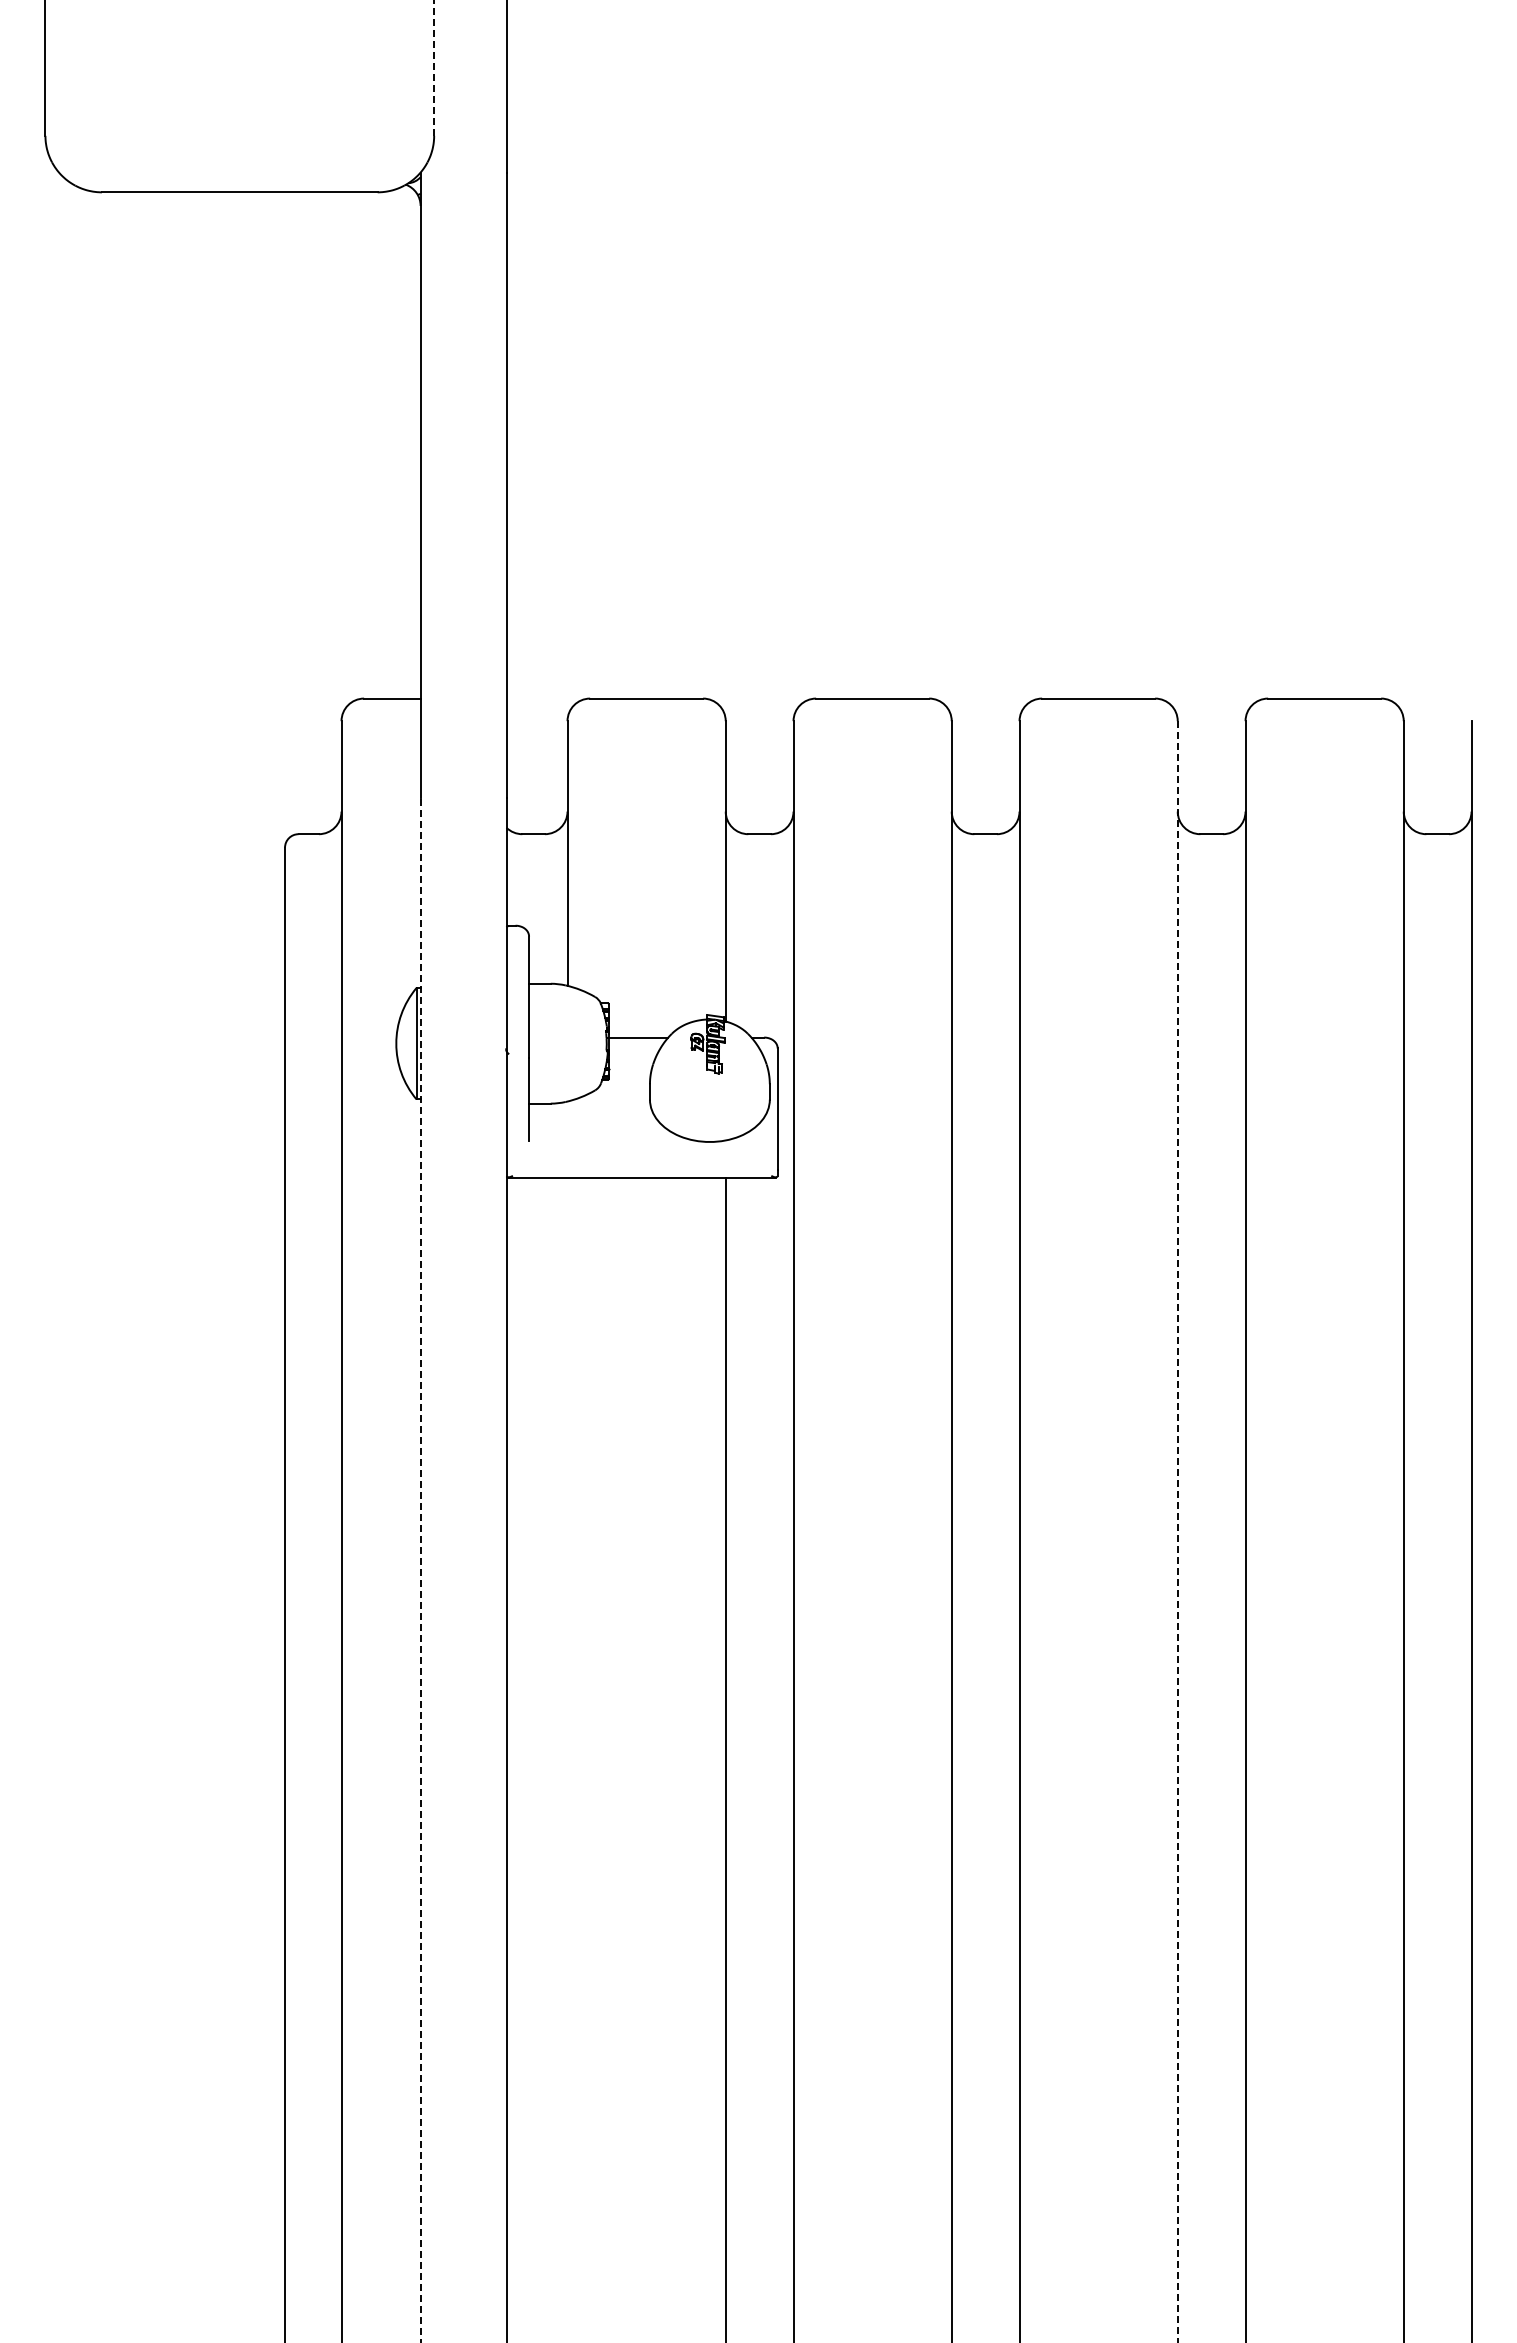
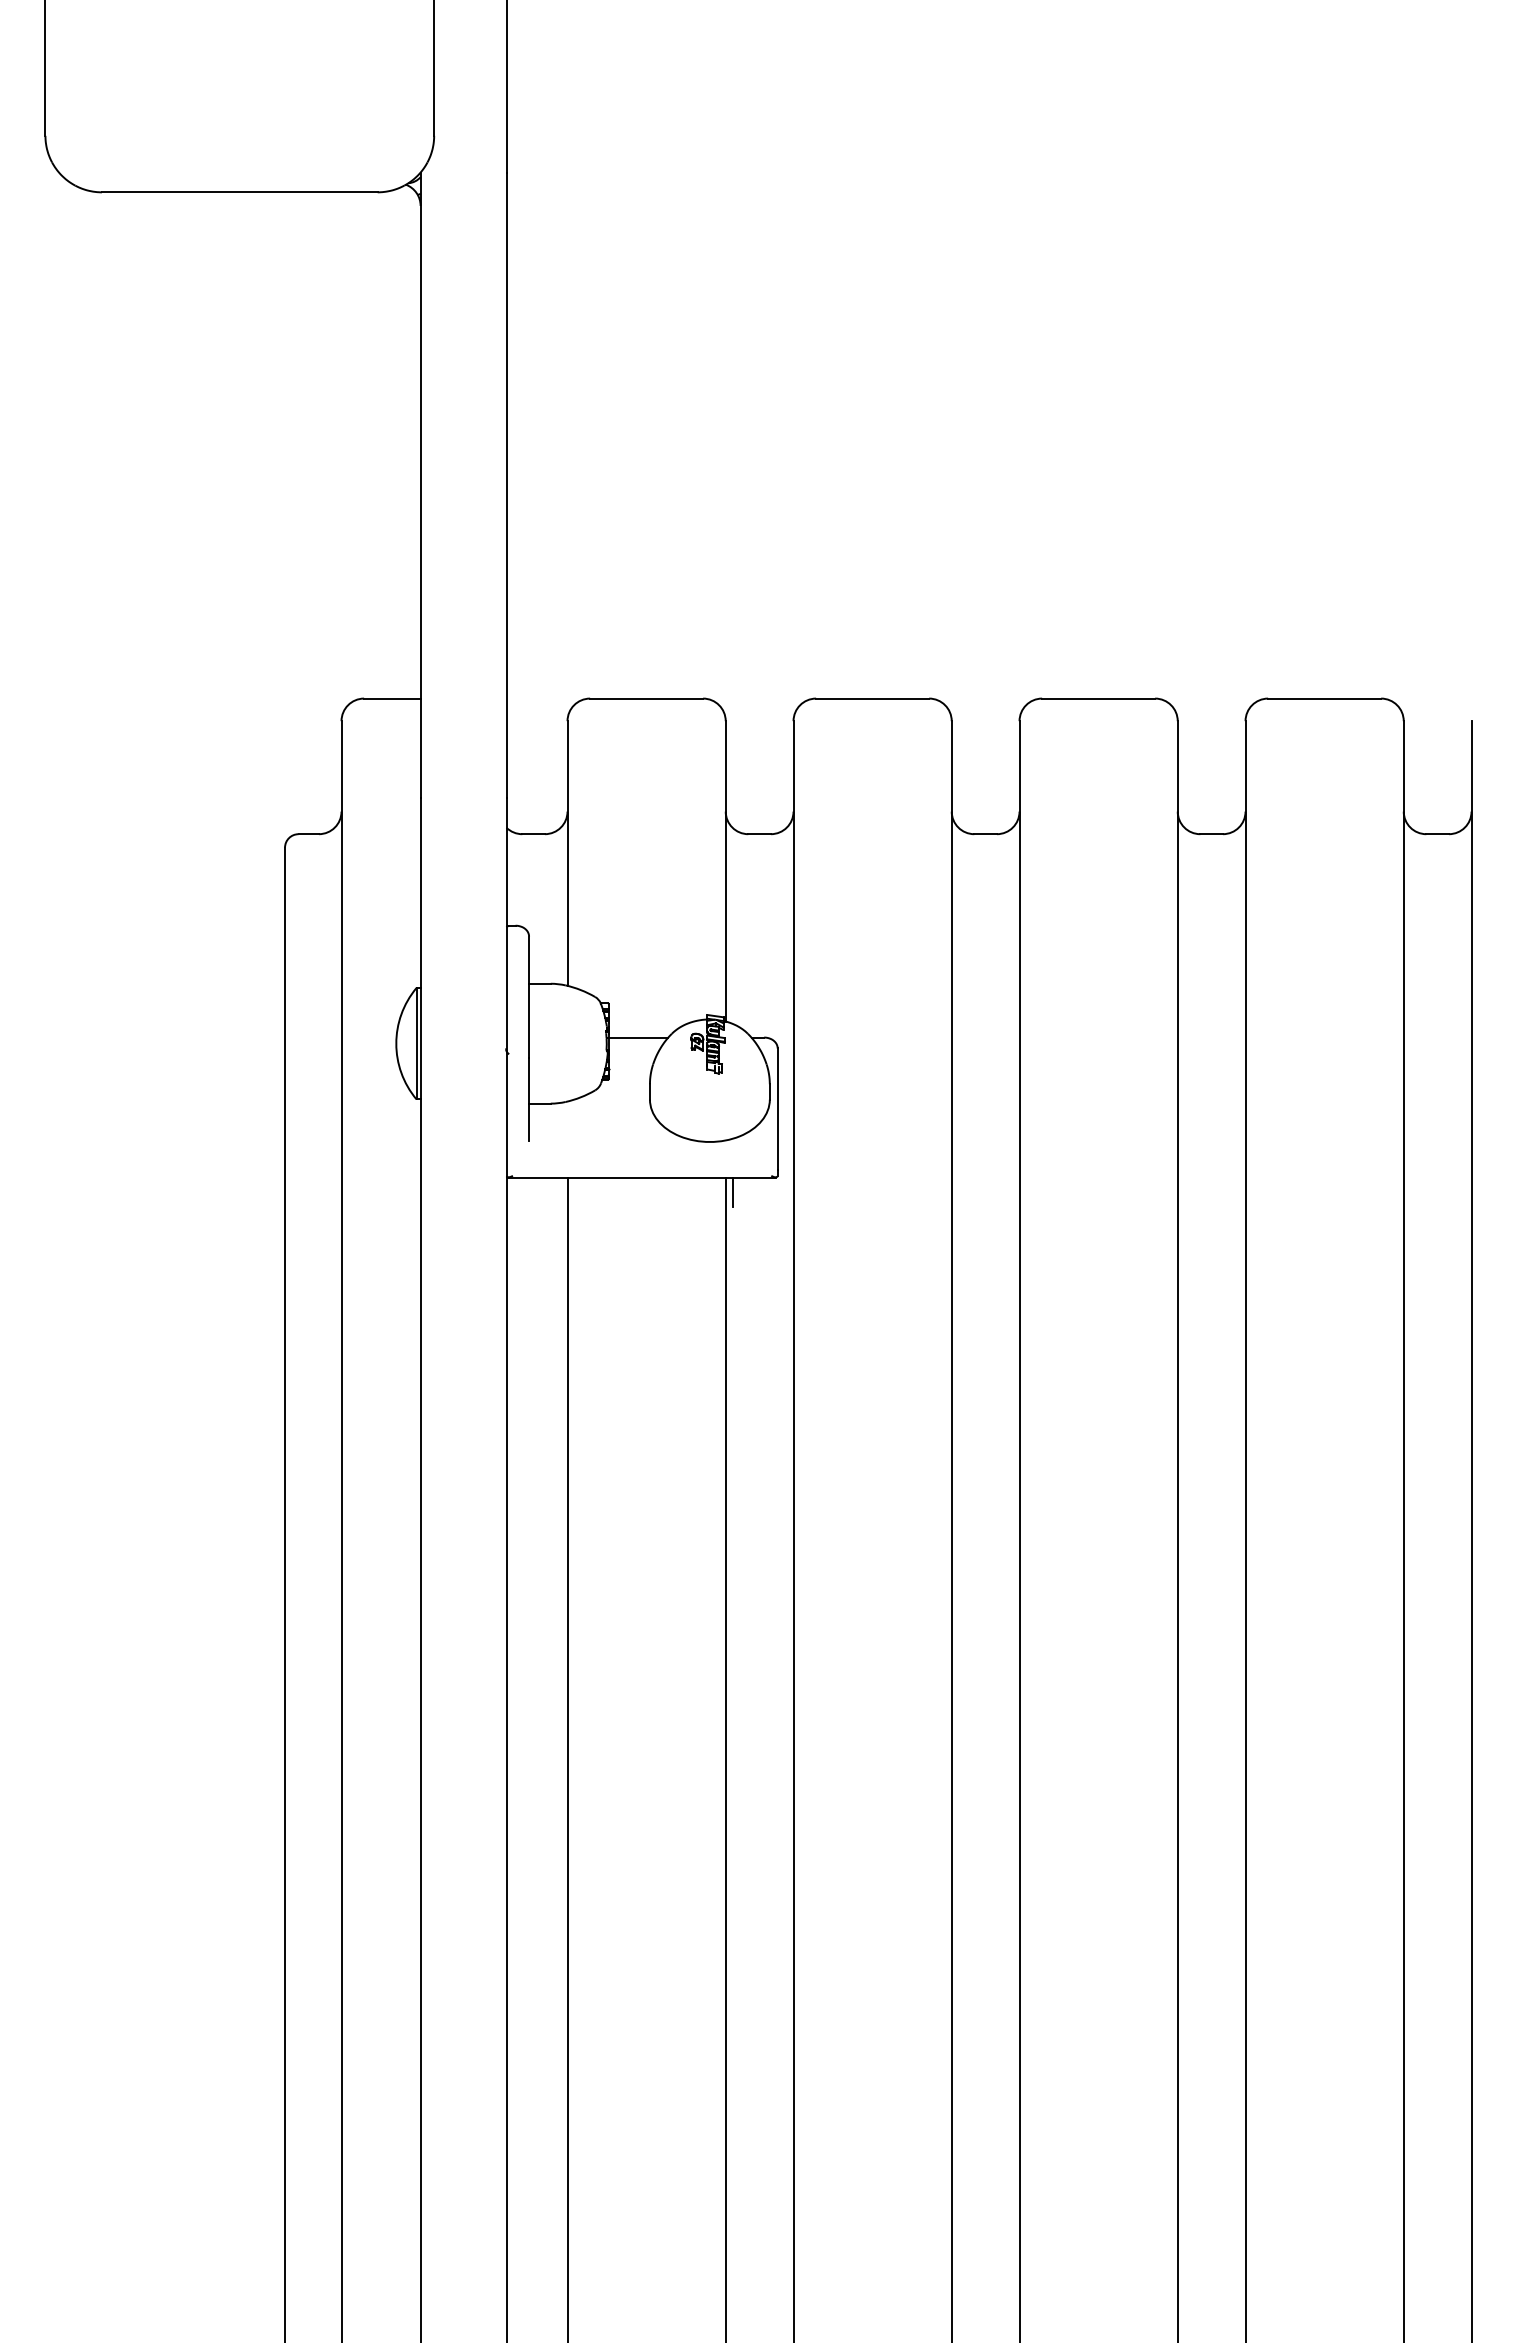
line at (434, 67): dashed -> solid
line at (732, 1191): none -> present
line at (1177, 1532): dashed -> solid
line at (420, 1570): dashed -> solid
line at (567, 1758): none -> present
